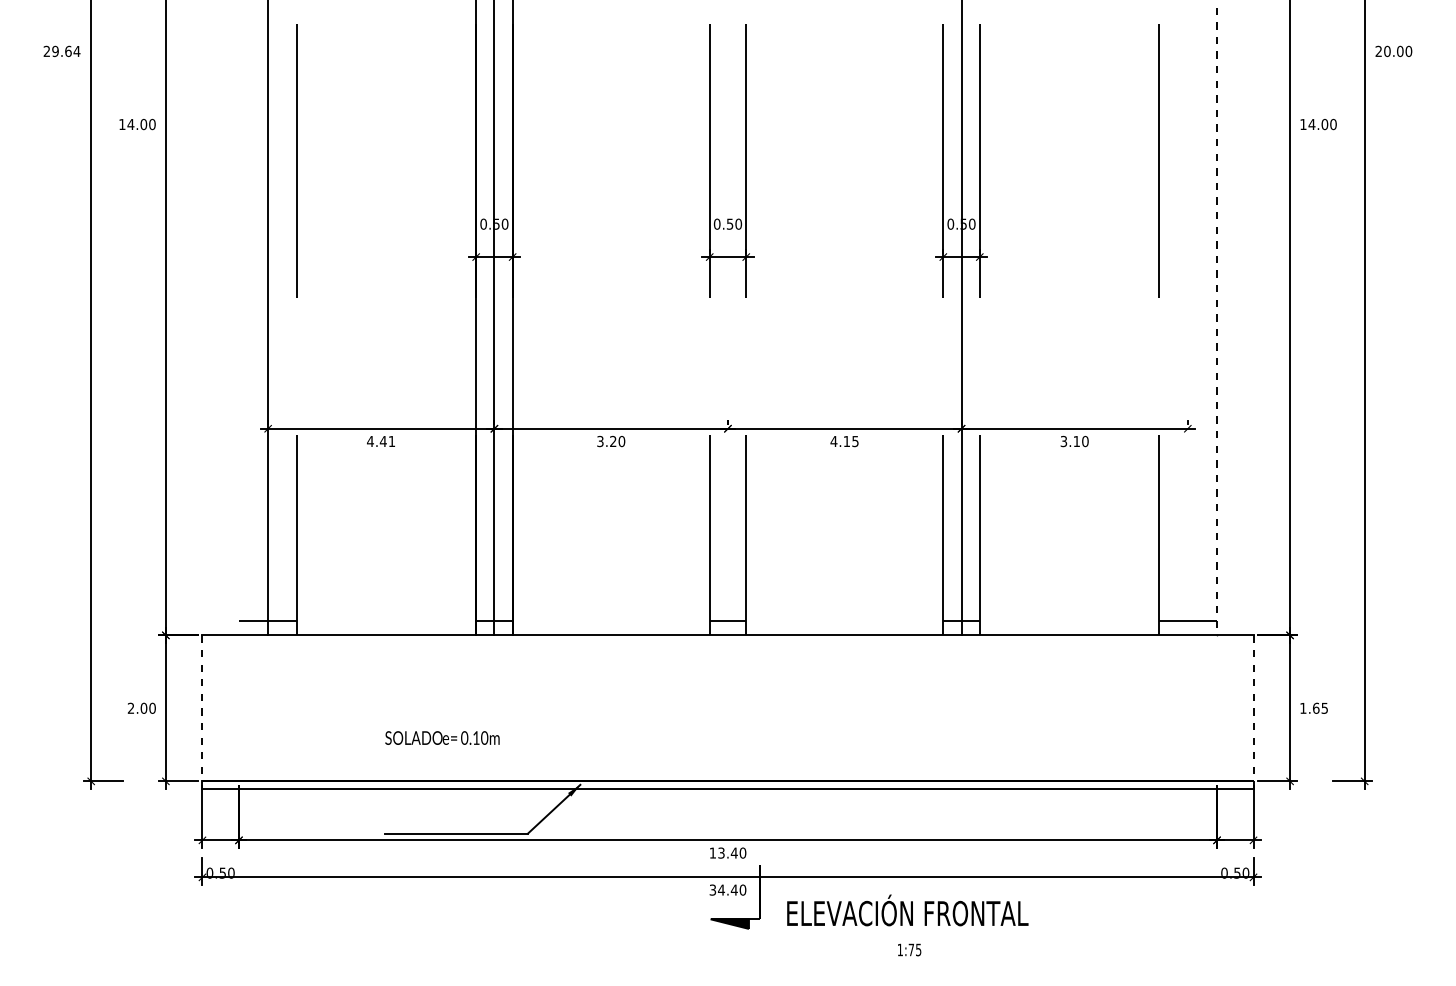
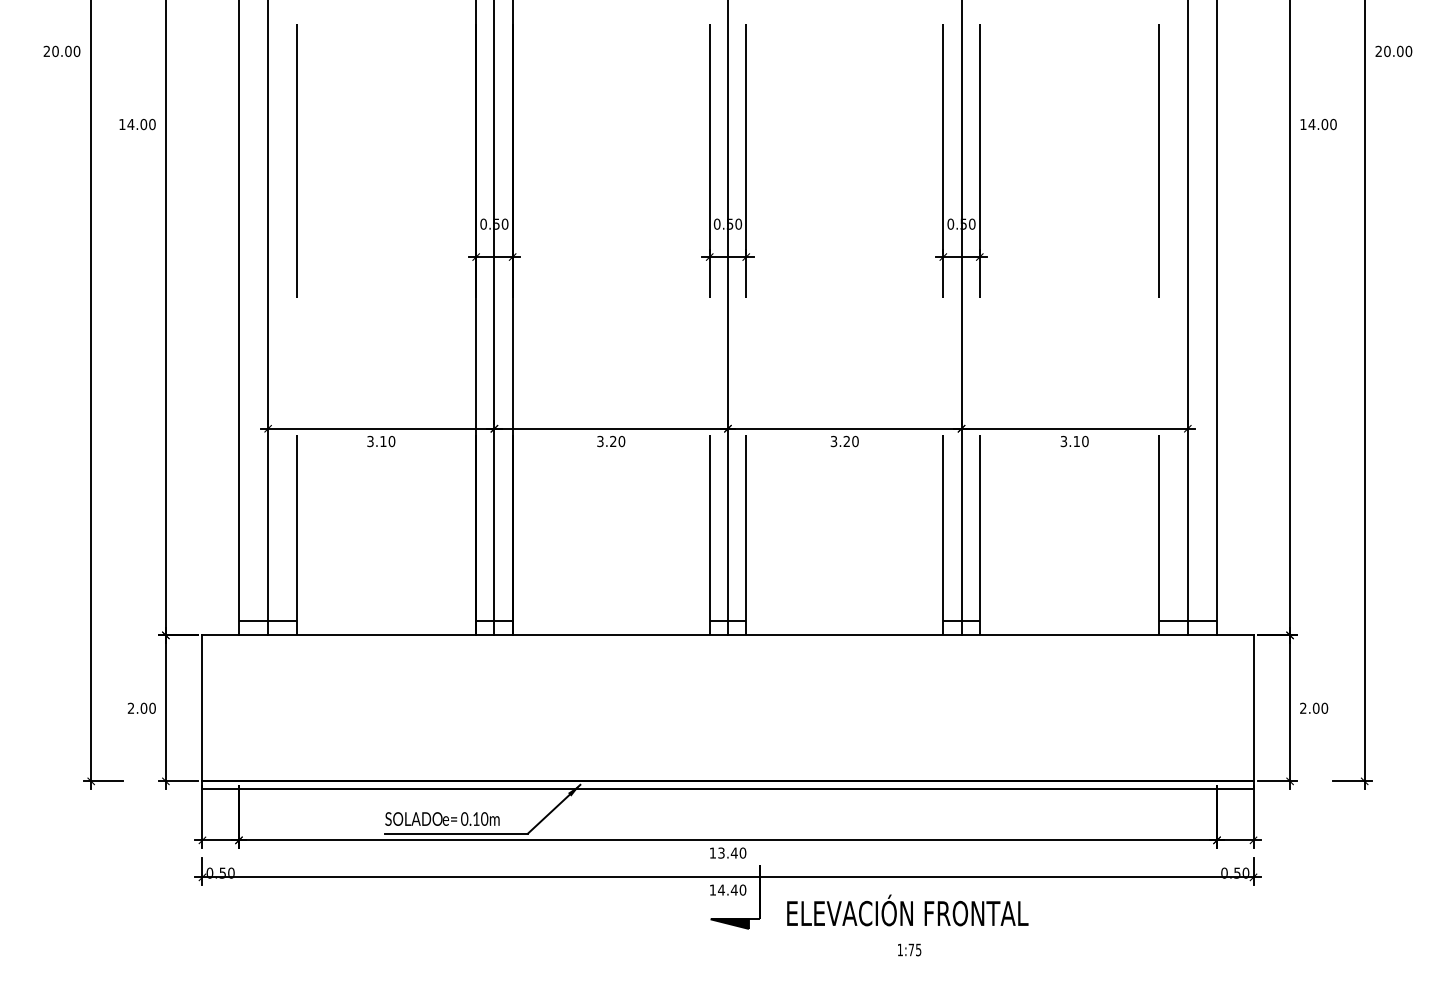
text at (66, 51): 29.64 -> 20.00
line at (238, 318): none -> present
line at (727, 318): none -> present
line at (1187, 318): none -> present
line at (1217, 318): dashed -> solid
text at (381, 441): 4.41 -> 3.10
text at (844, 441): 4.15 -> 3.20
text at (1314, 707): 1.65 -> 2.00
line at (202, 708): dashed -> solid
line at (1253, 708): dashed -> solid
text at (442, 737) position: (442, 737) -> (442, 818)
text at (712, 889): 34.40 -> 14.40
